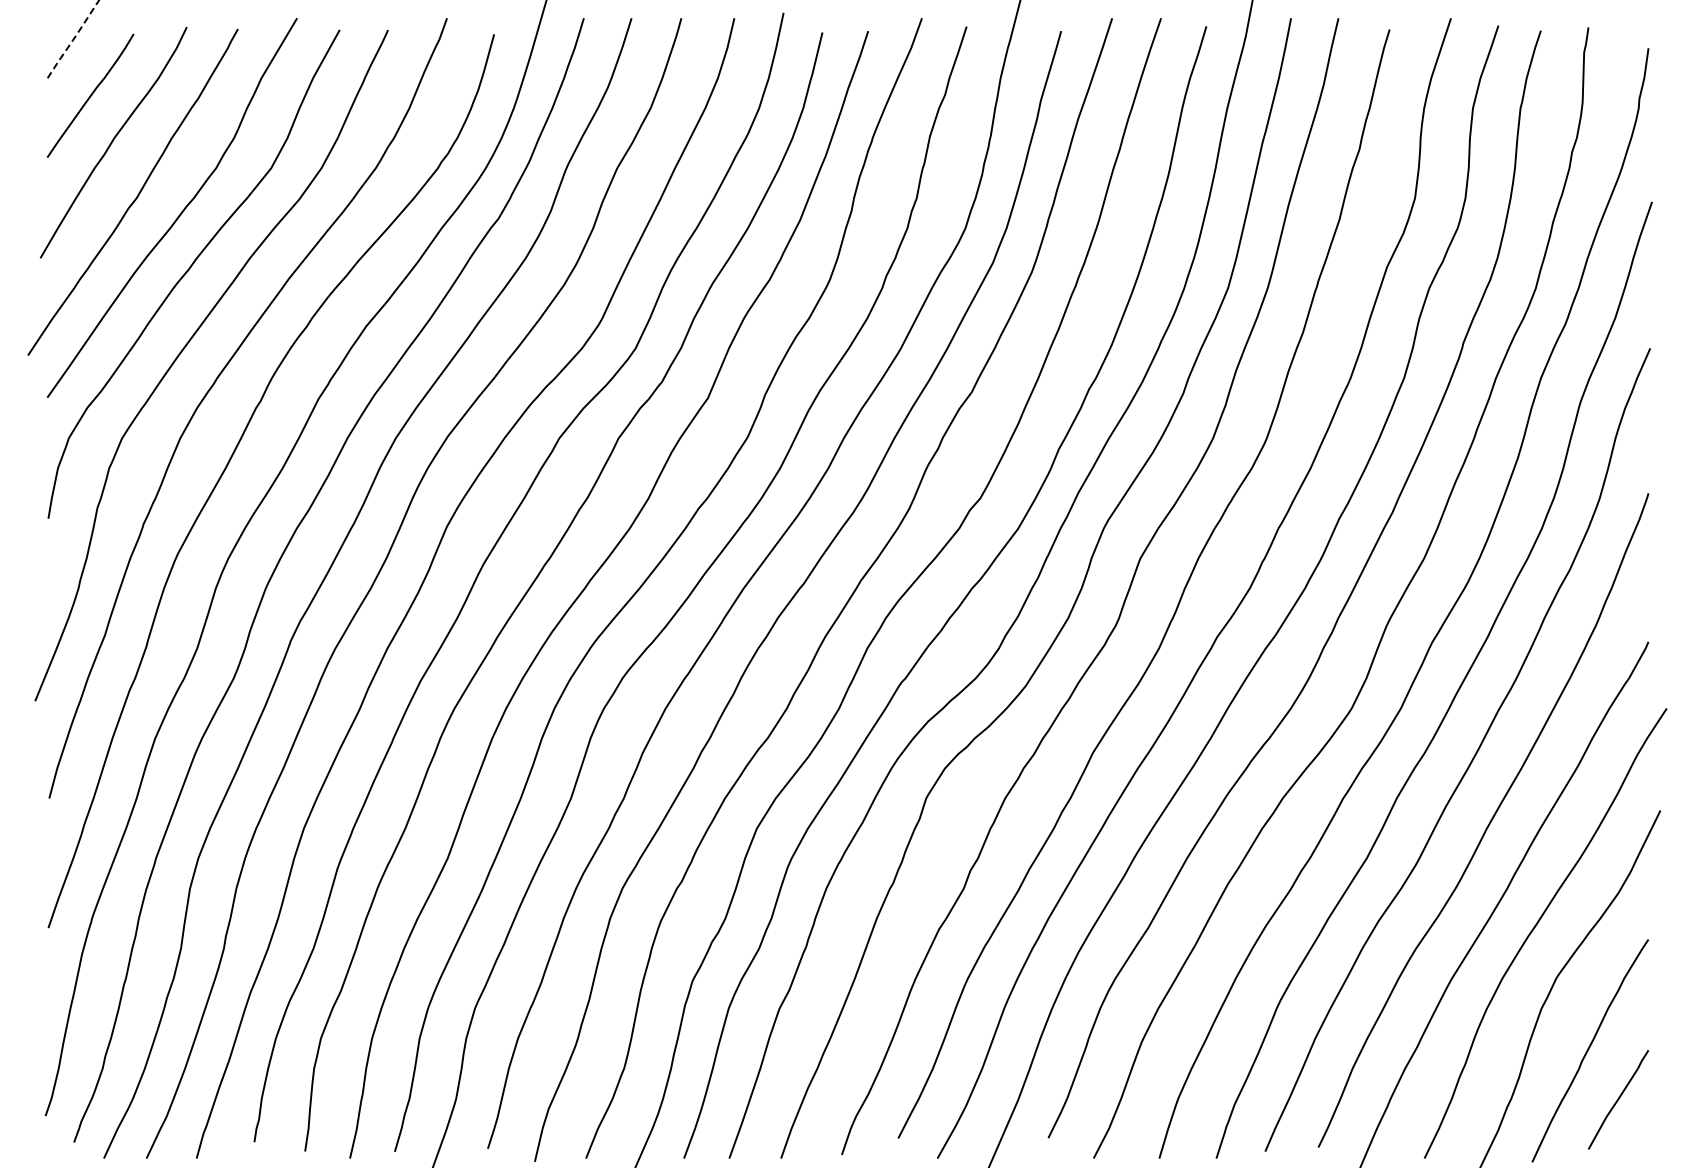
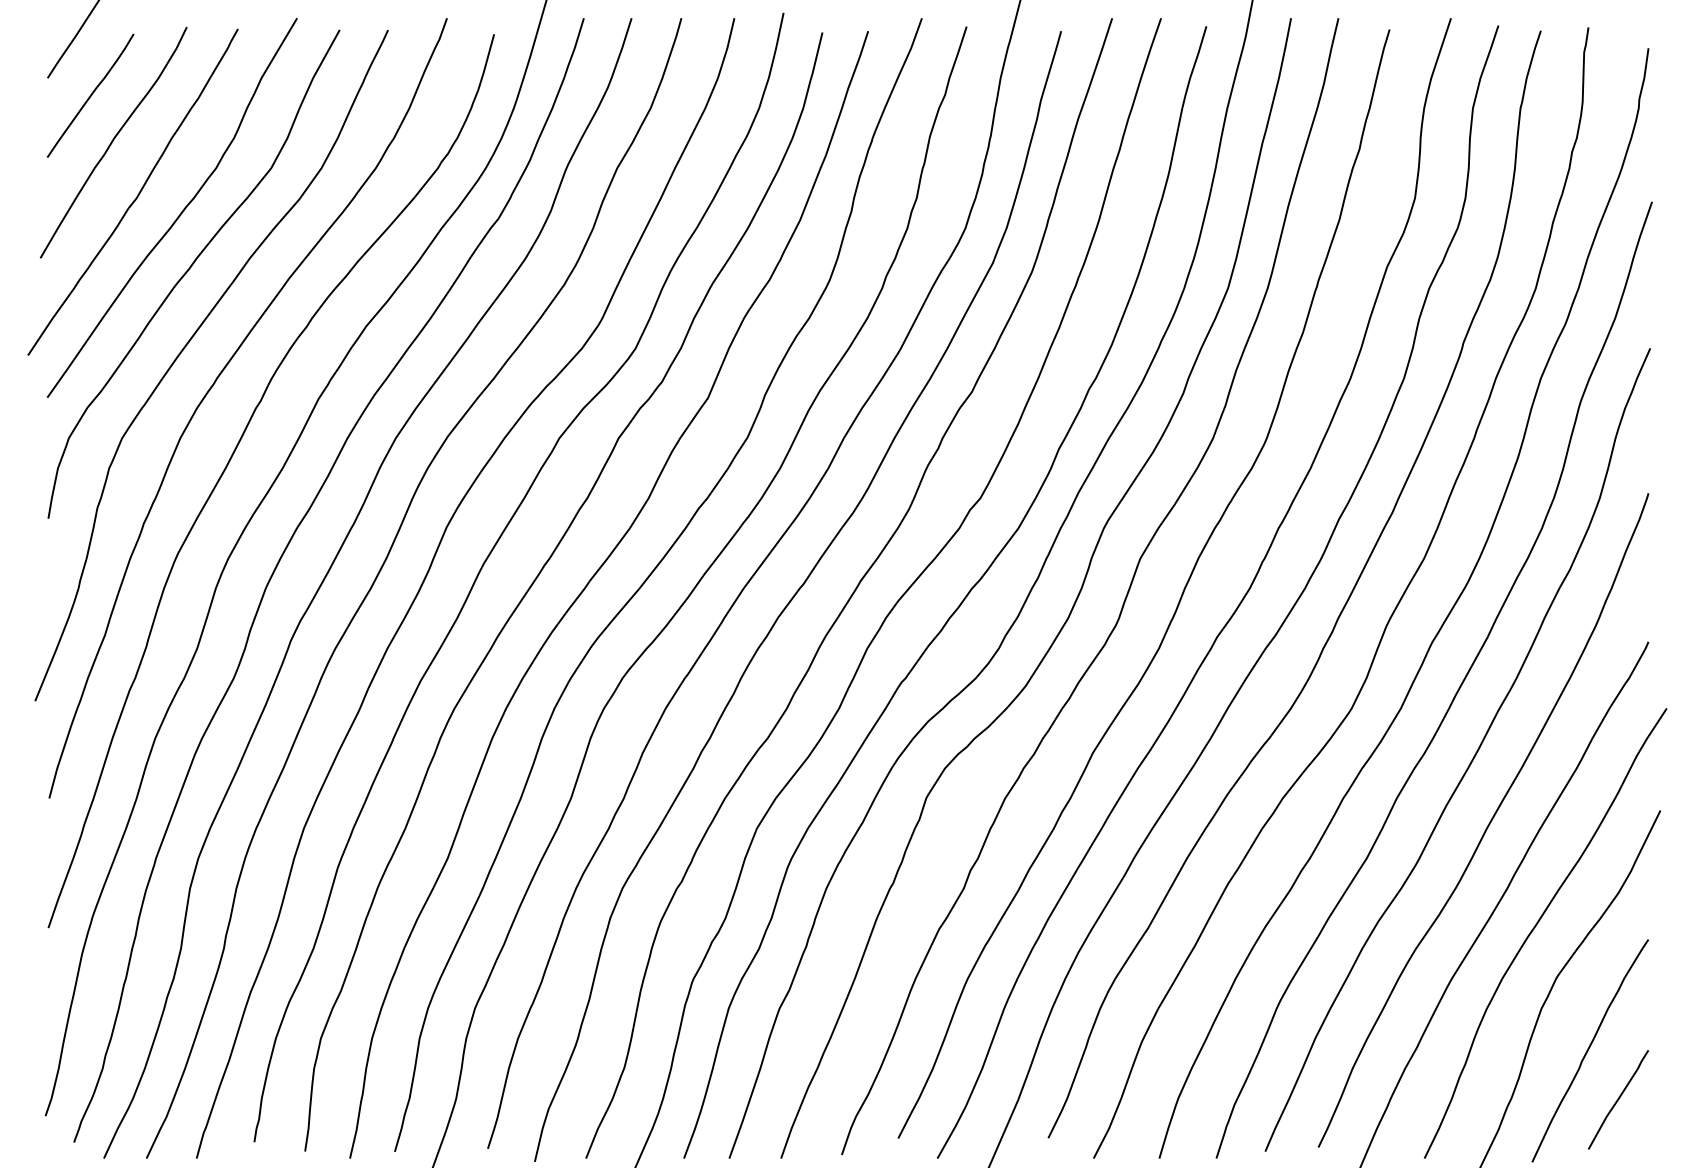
line at (73, 39): dashed -> solid
